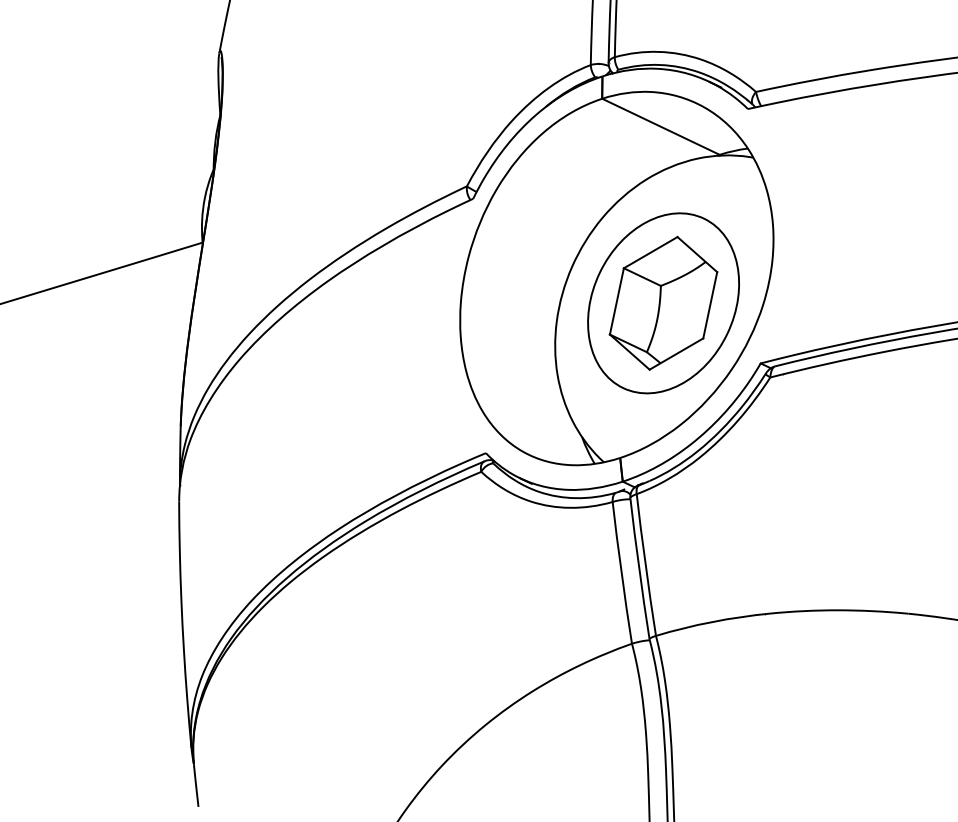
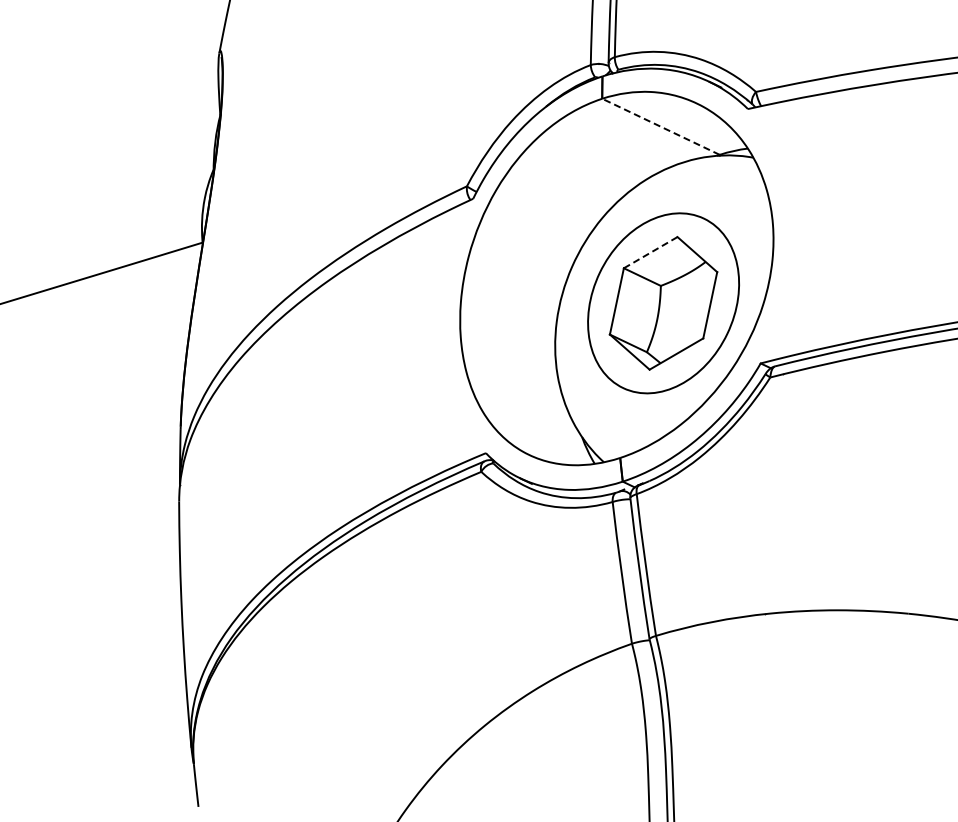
line at (660, 126): solid -> dashed
line at (651, 252): solid -> dashed
